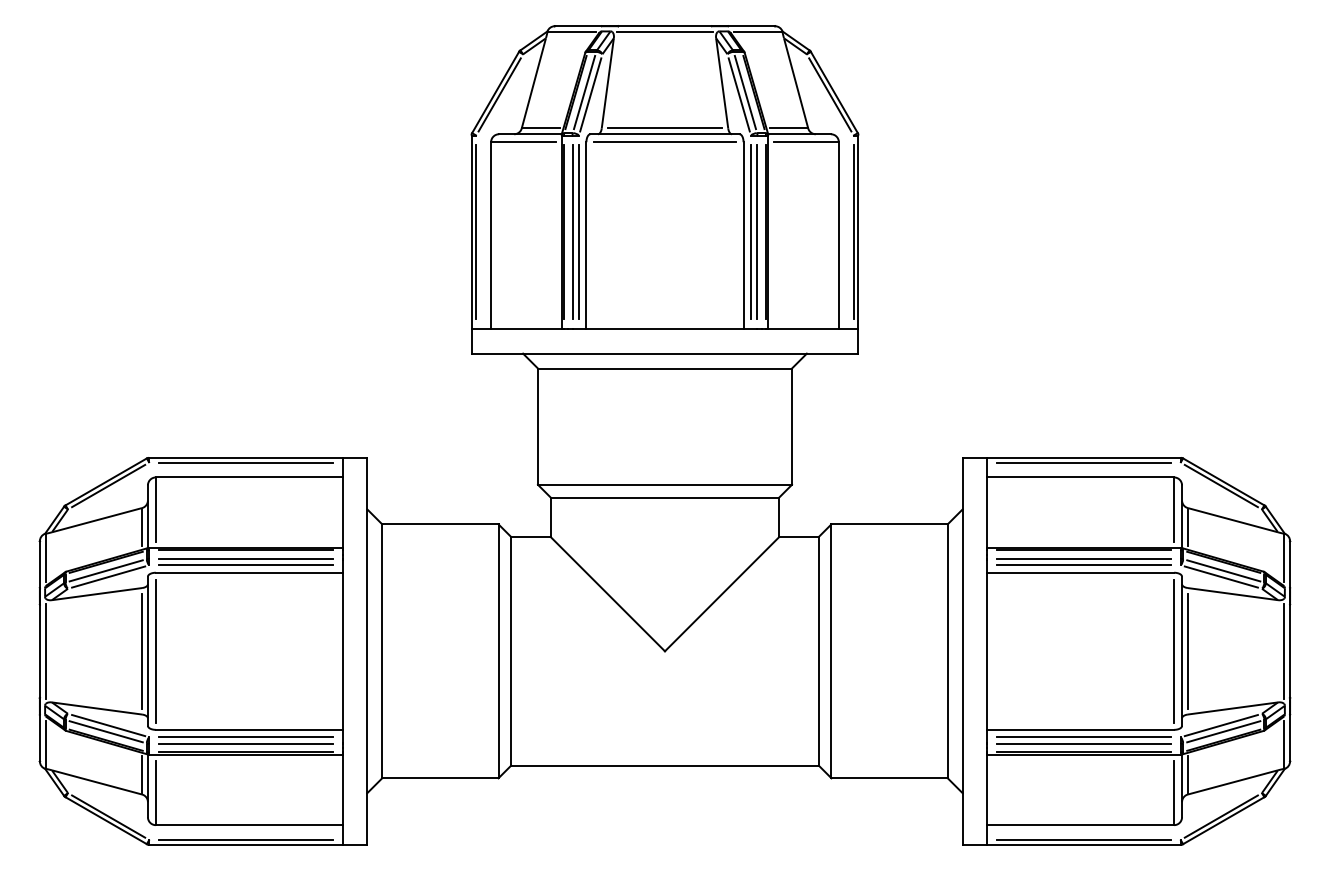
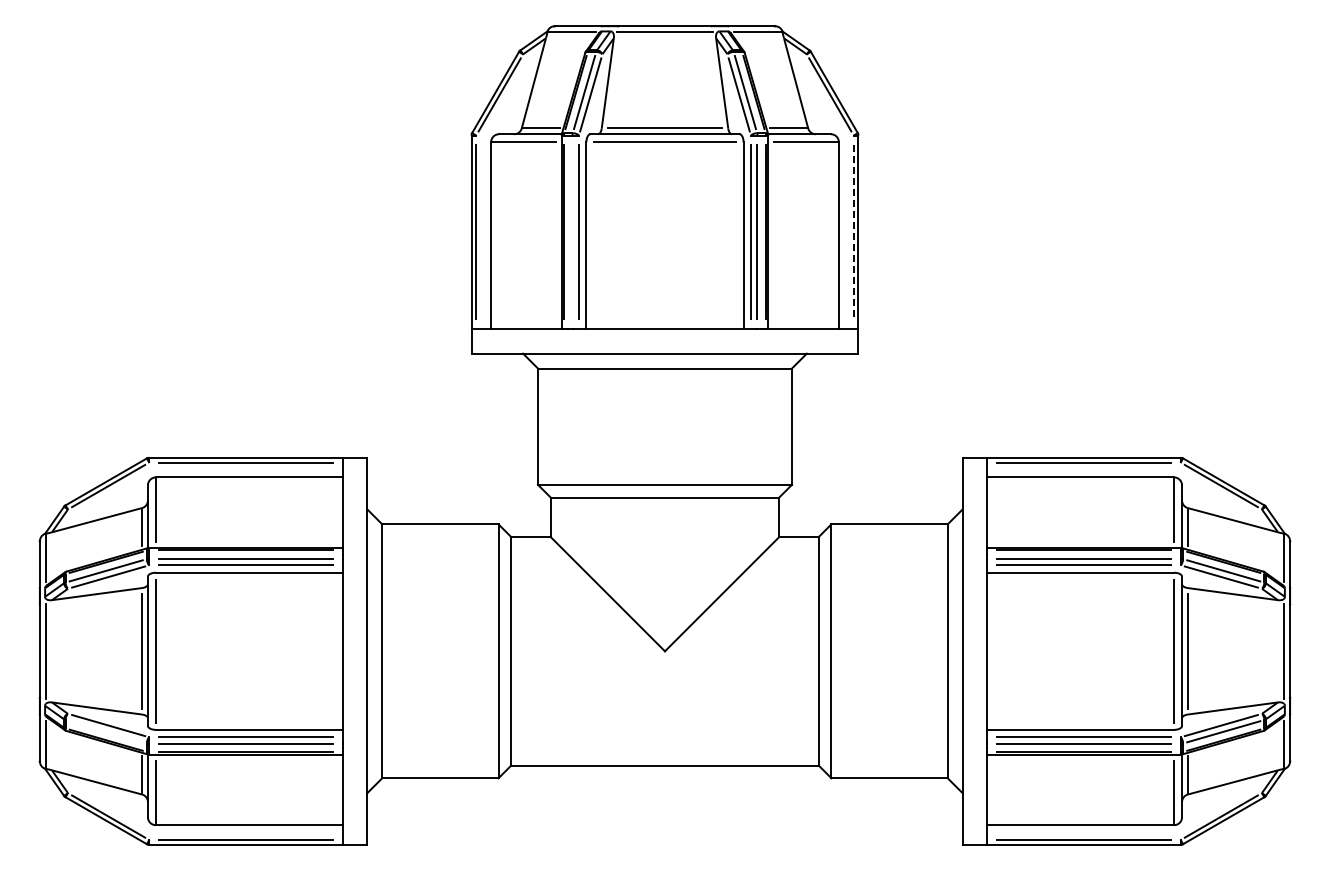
line at (572, 232): present -> none
line at (853, 232): solid -> dashed
line at (105, 731): present -> none
